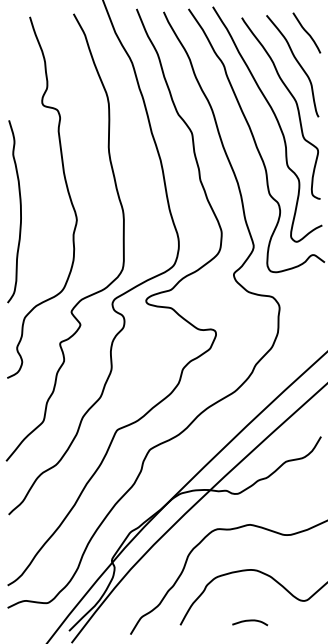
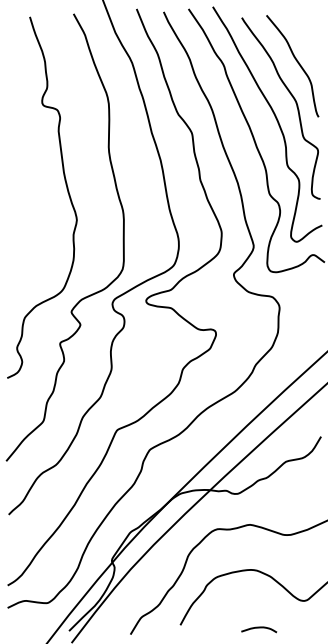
curve at (306, 32): present -> none
curve at (20, 211): present -> none
curve at (250, 621) position: (250, 621) -> (259, 628)
